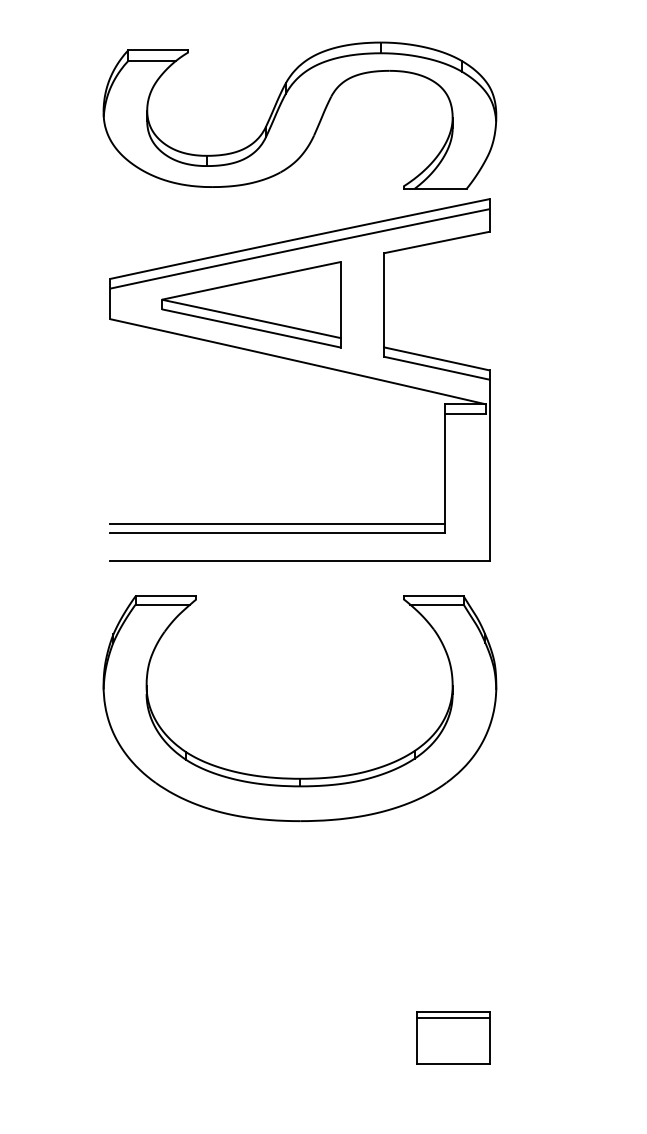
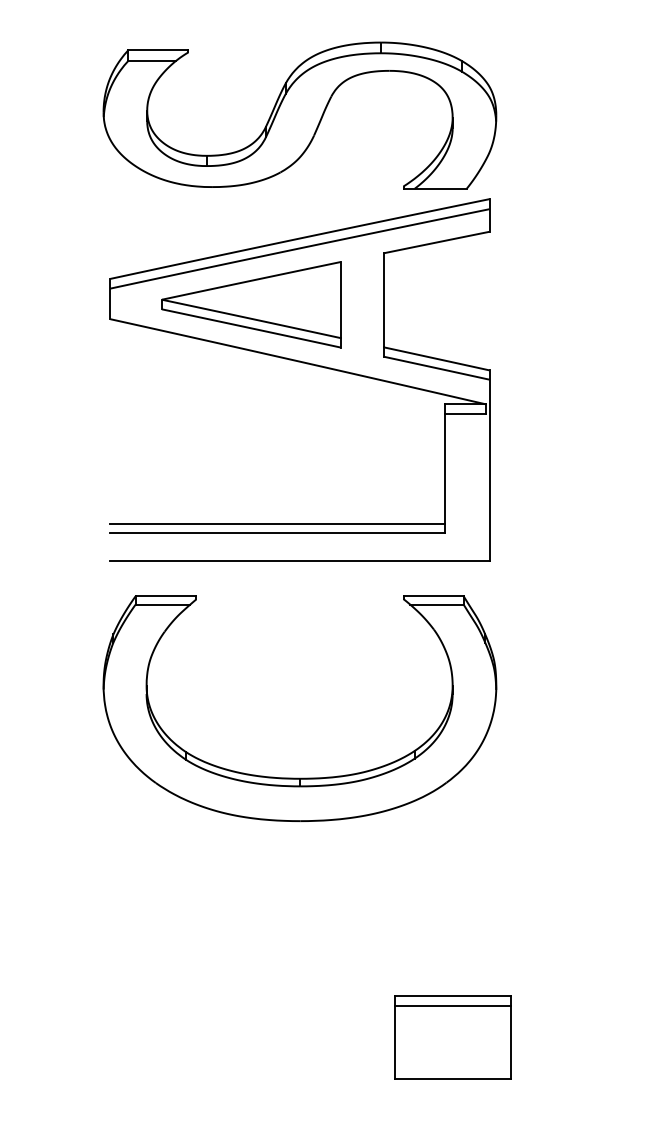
part at (453, 1037) size: 75x54 px -> 118x85 px
